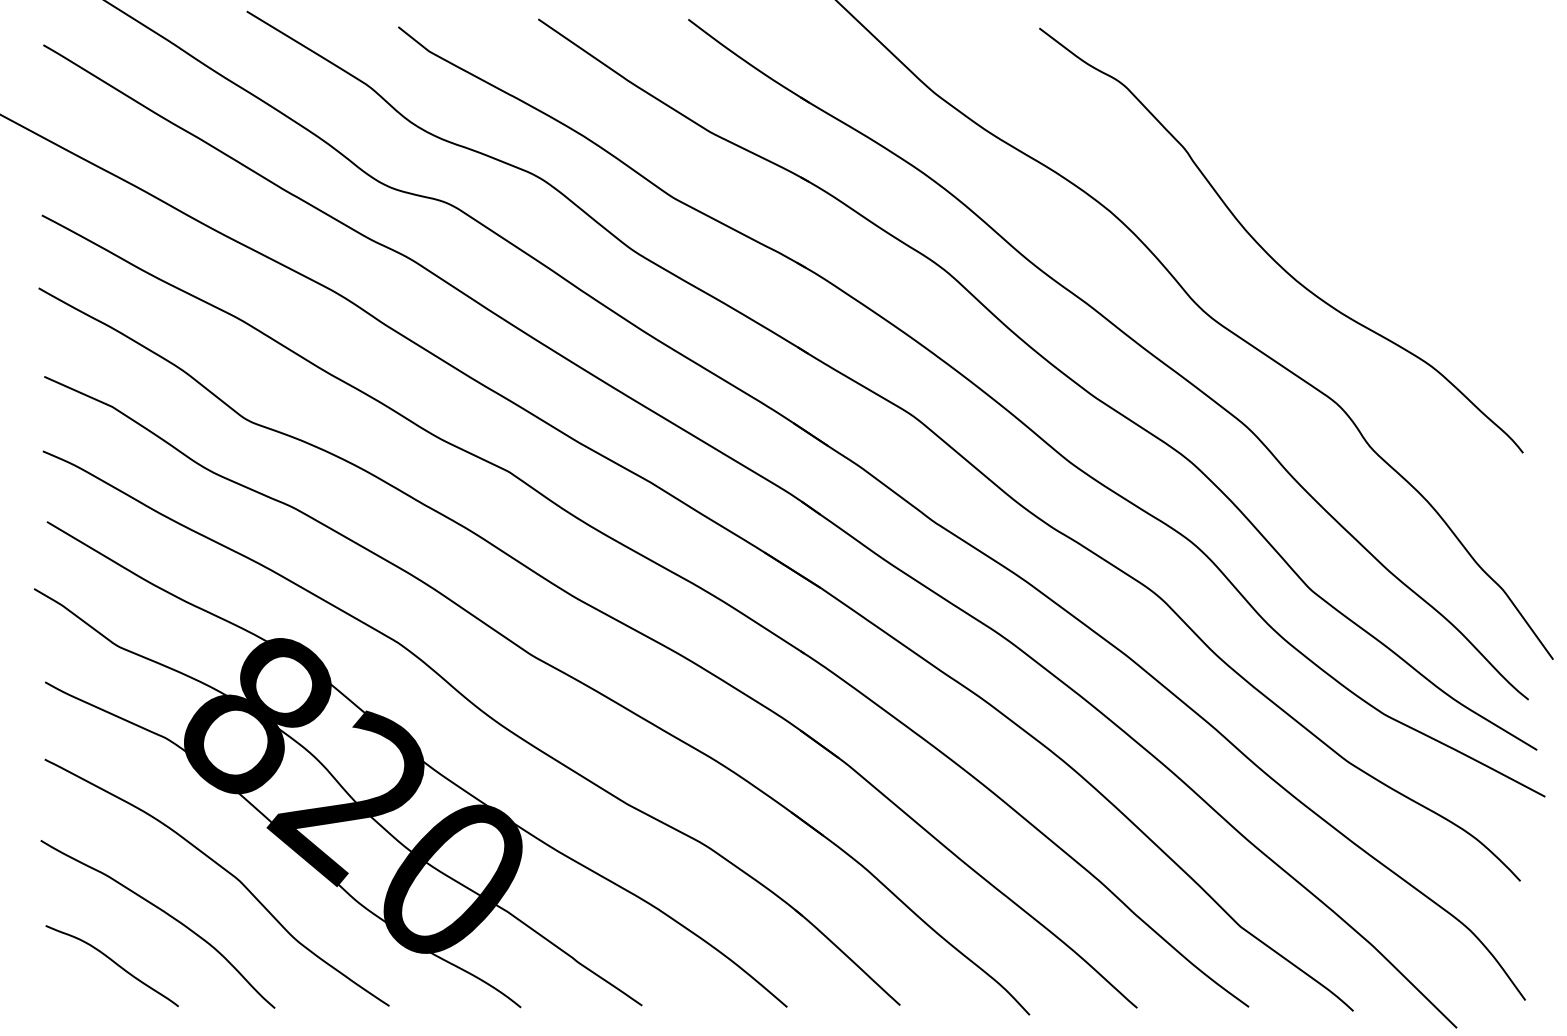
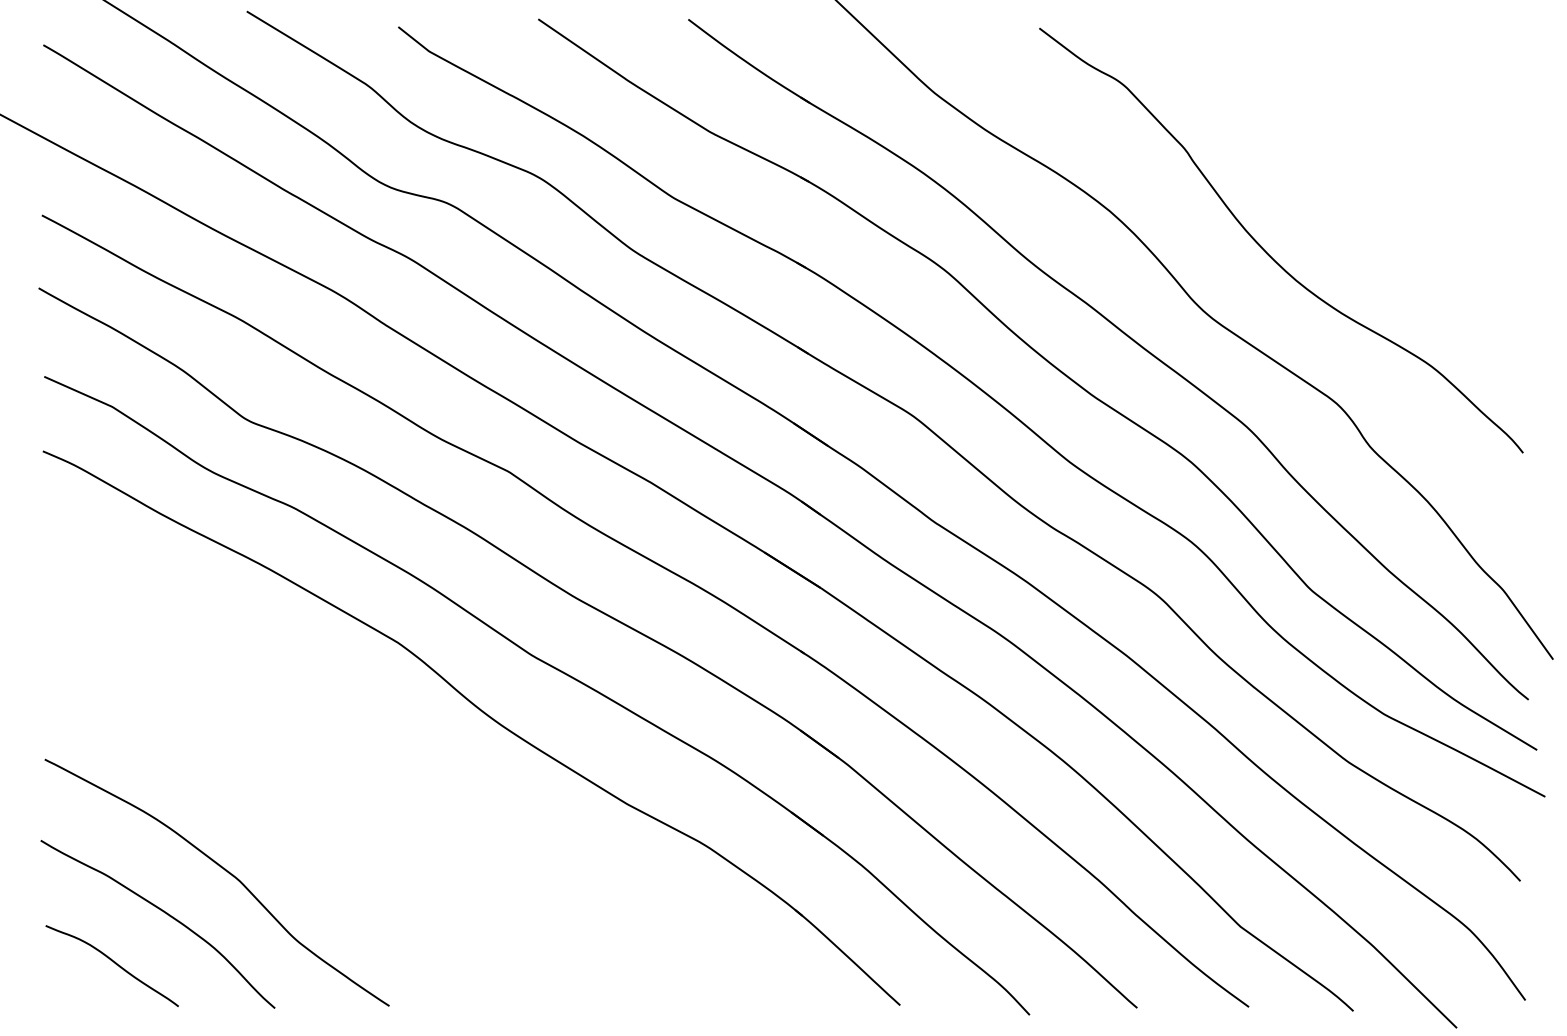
part at (410, 764): present -> none
